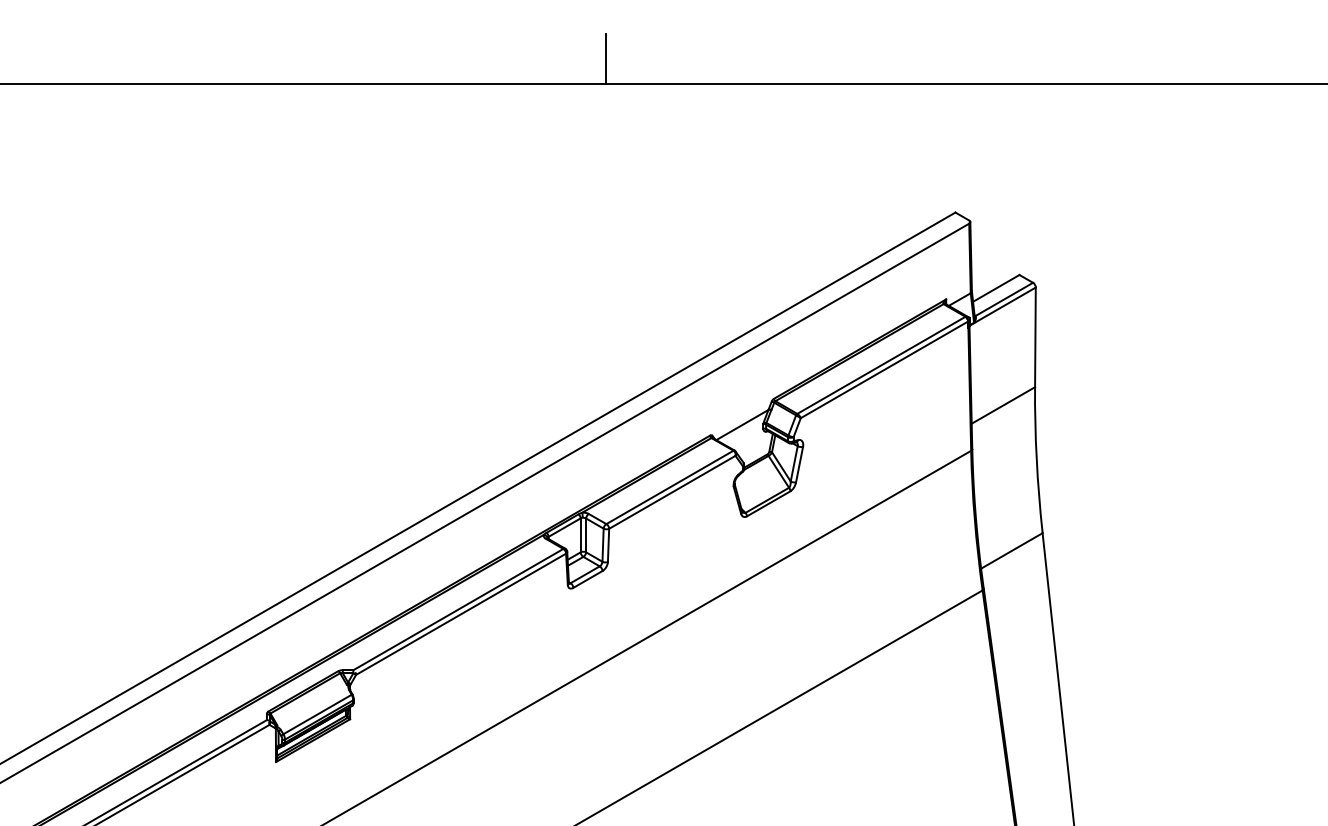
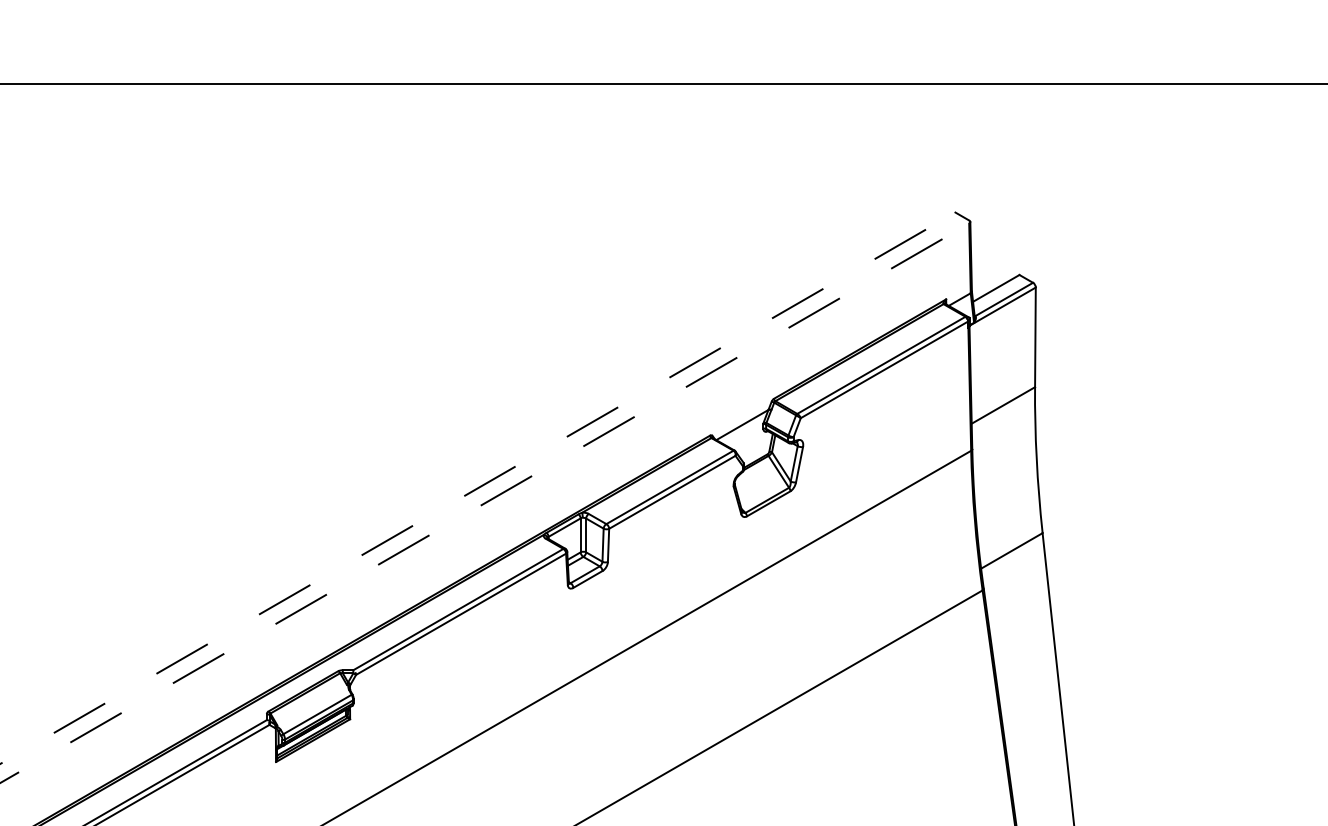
line at (605, 58): present -> none
line at (478, 488): solid -> dashed
line at (485, 503): solid -> dashed
